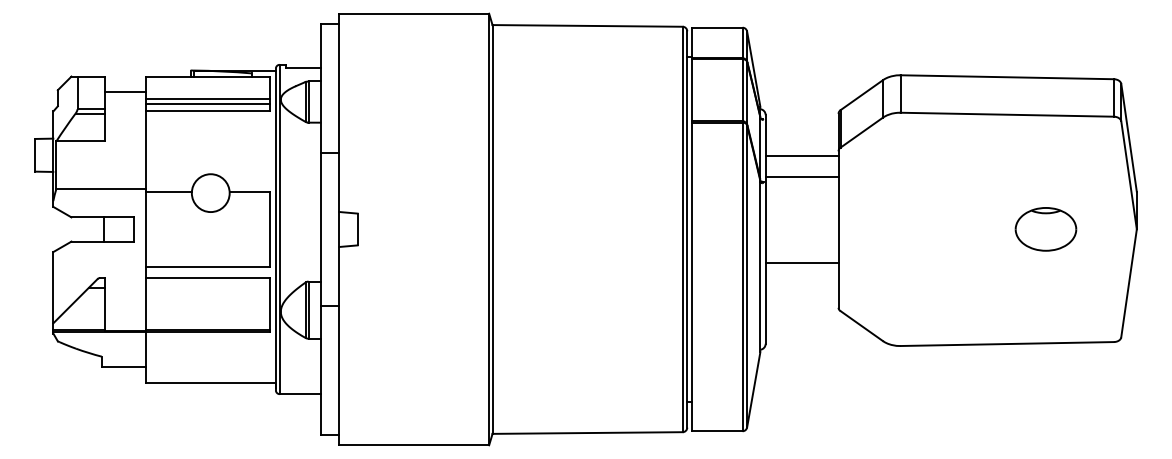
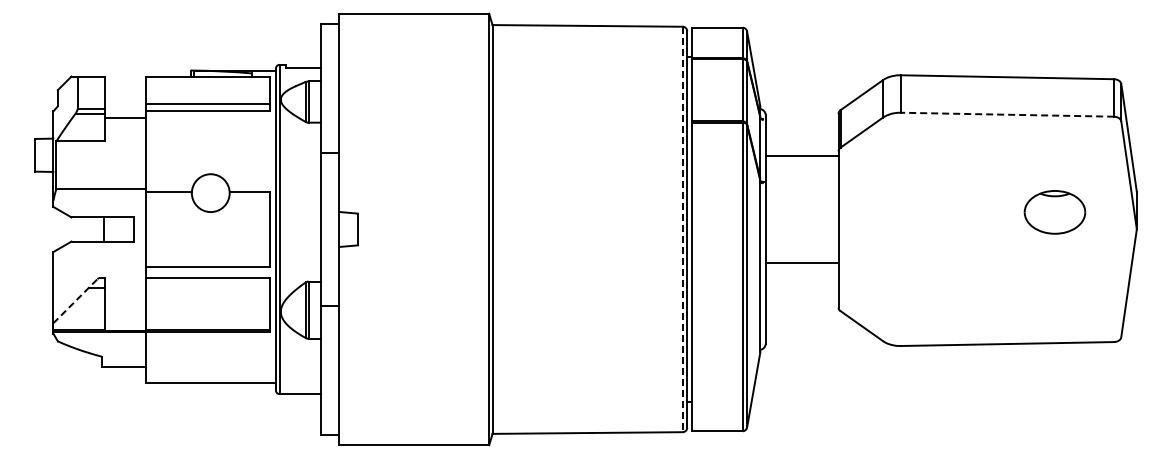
line at (124, 91) position: (124, 91) -> (124, 117)
line at (207, 99): present -> none
line at (1007, 114): solid -> dashed
line at (801, 176): present -> none
line at (682, 229): solid -> dashed
part at (1045, 229) position: (1045, 229) -> (1054, 212)
line at (75, 300): solid -> dashed
